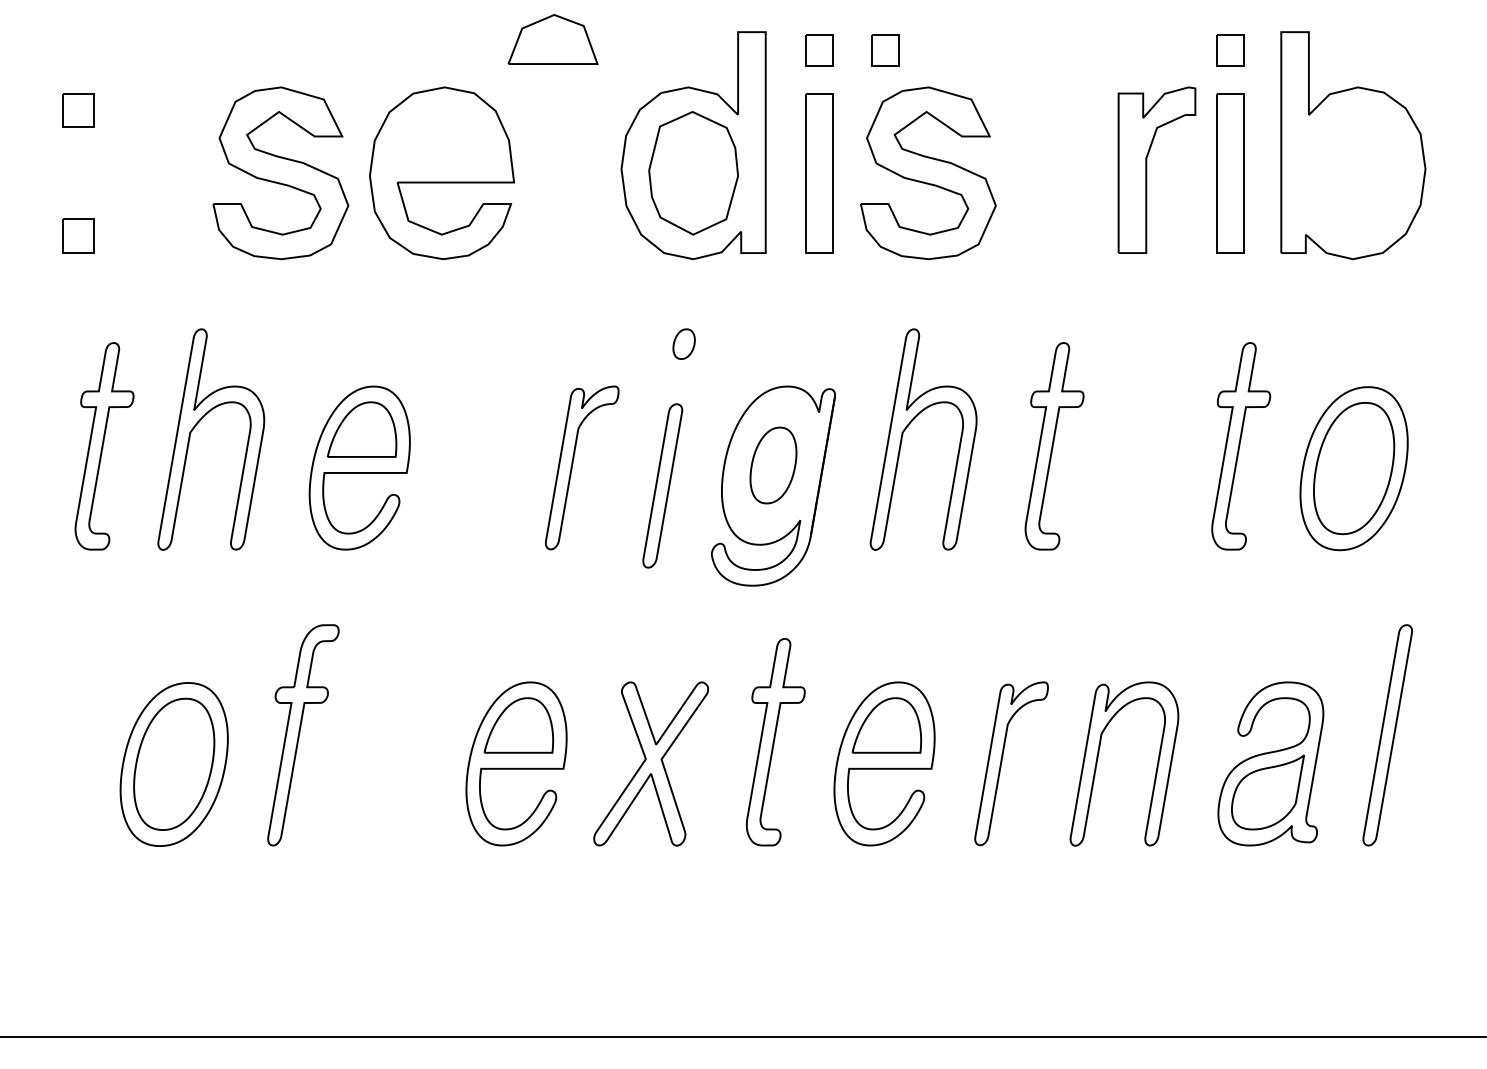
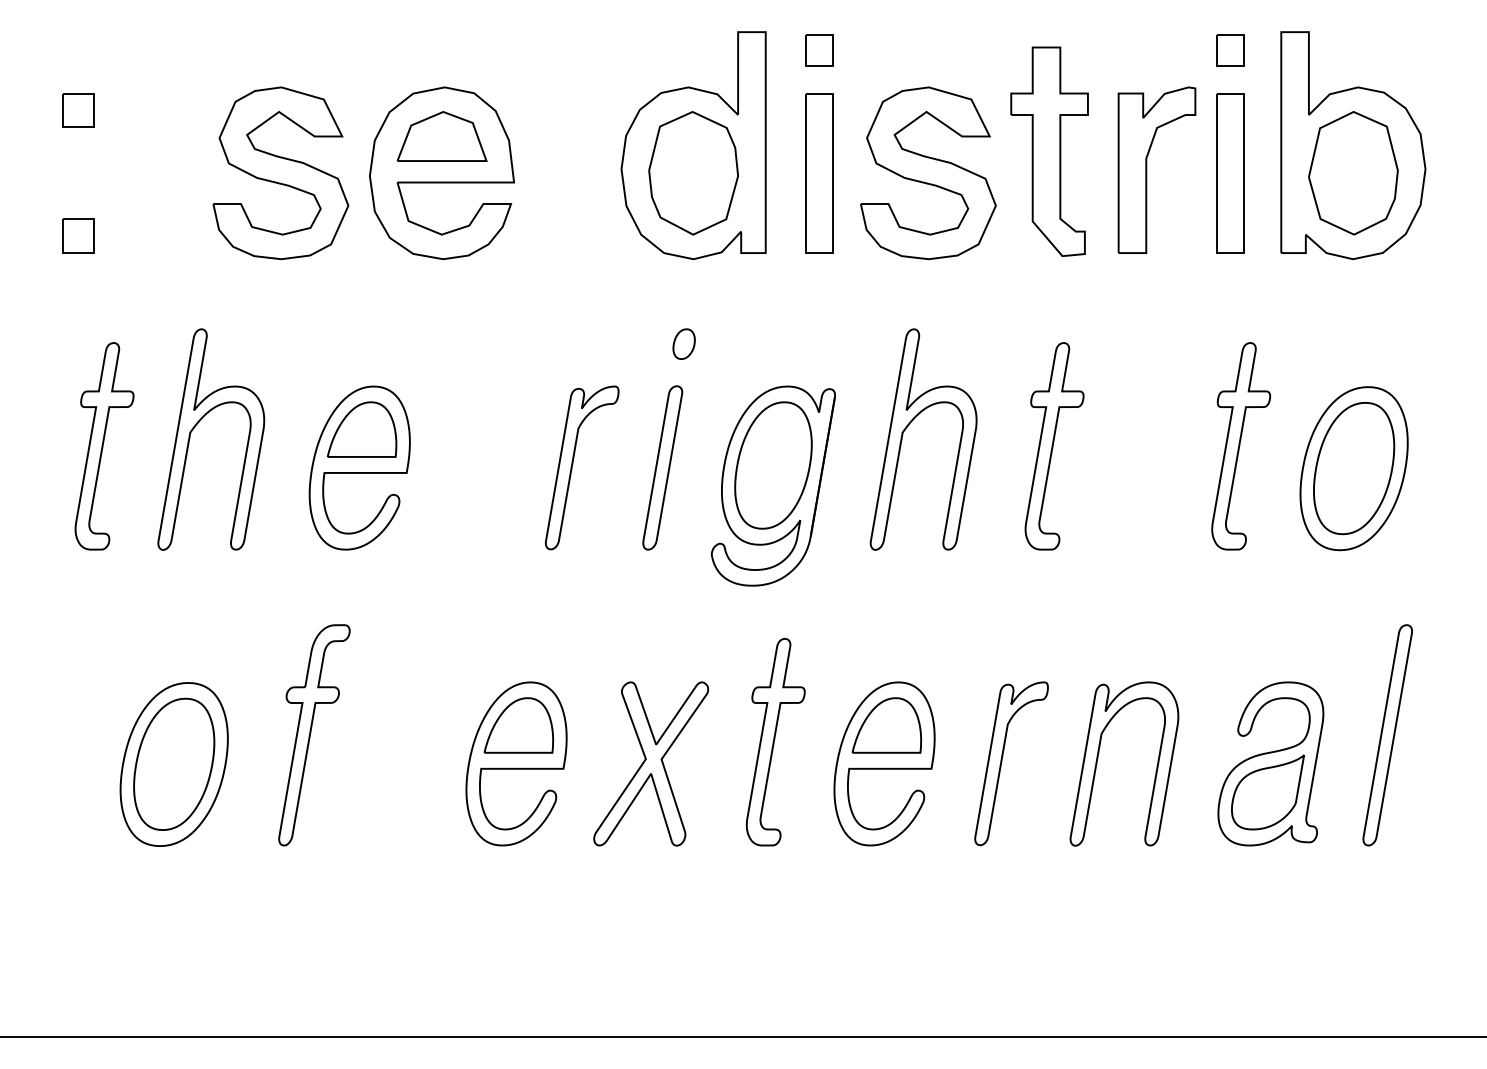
part at (552, 39) position: (552, 39) -> (441, 136)
part at (885, 50): present -> none
part at (1049, 151): none -> present
part at (1353, 173): none -> present
part at (773, 465) size: 49x79 px -> 79x129 px
part at (662, 485) position: (662, 485) -> (662, 467)
part at (303, 735) position: (303, 735) -> (314, 735)
